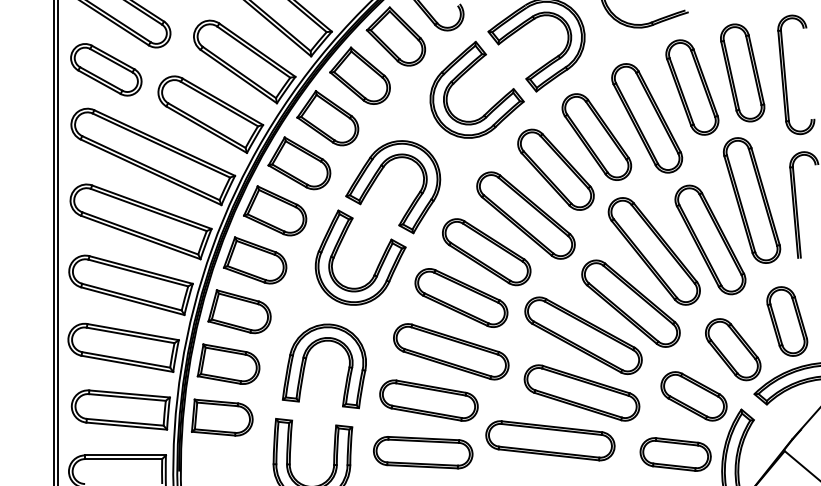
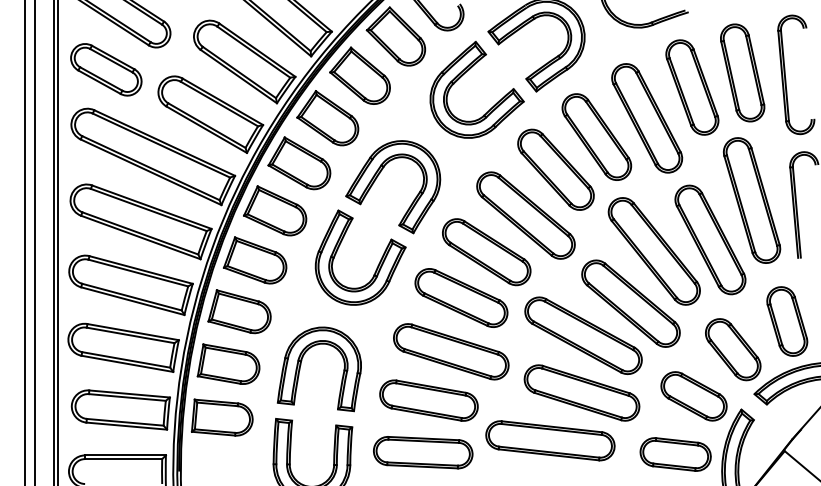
line at (24, 242): none -> present
line at (34, 242): none -> present
part at (306, 362) position: (306, 362) -> (301, 365)
